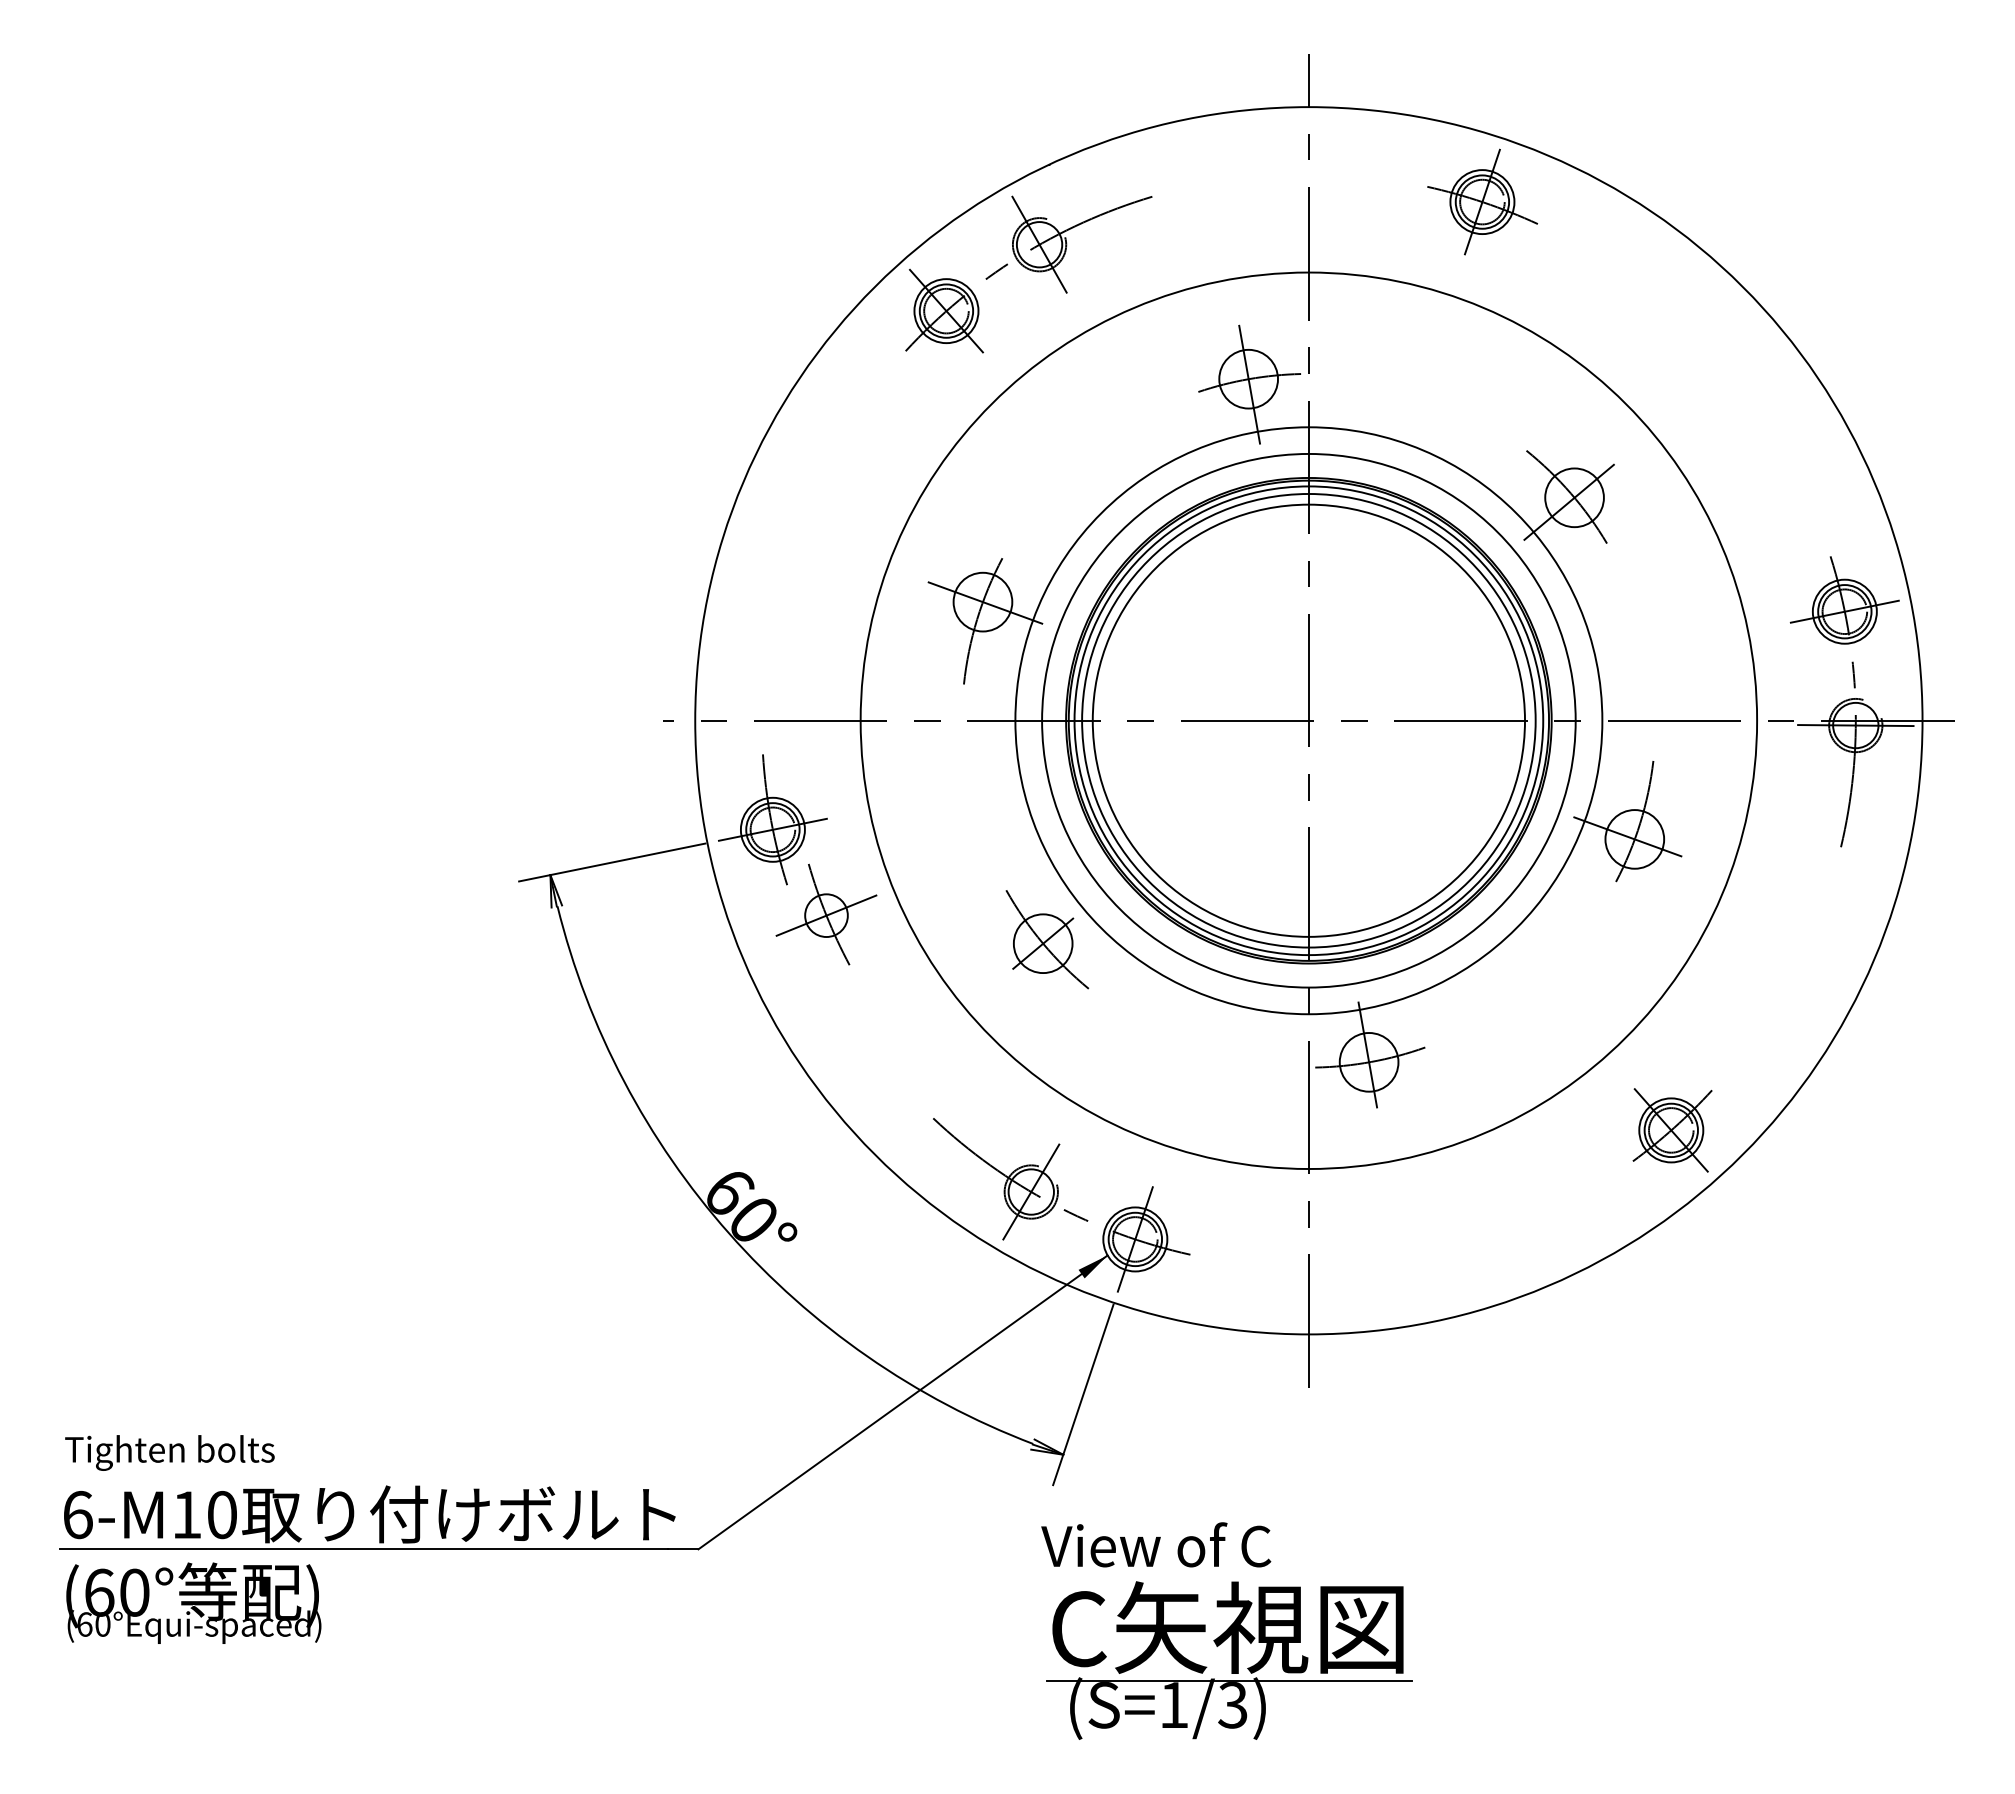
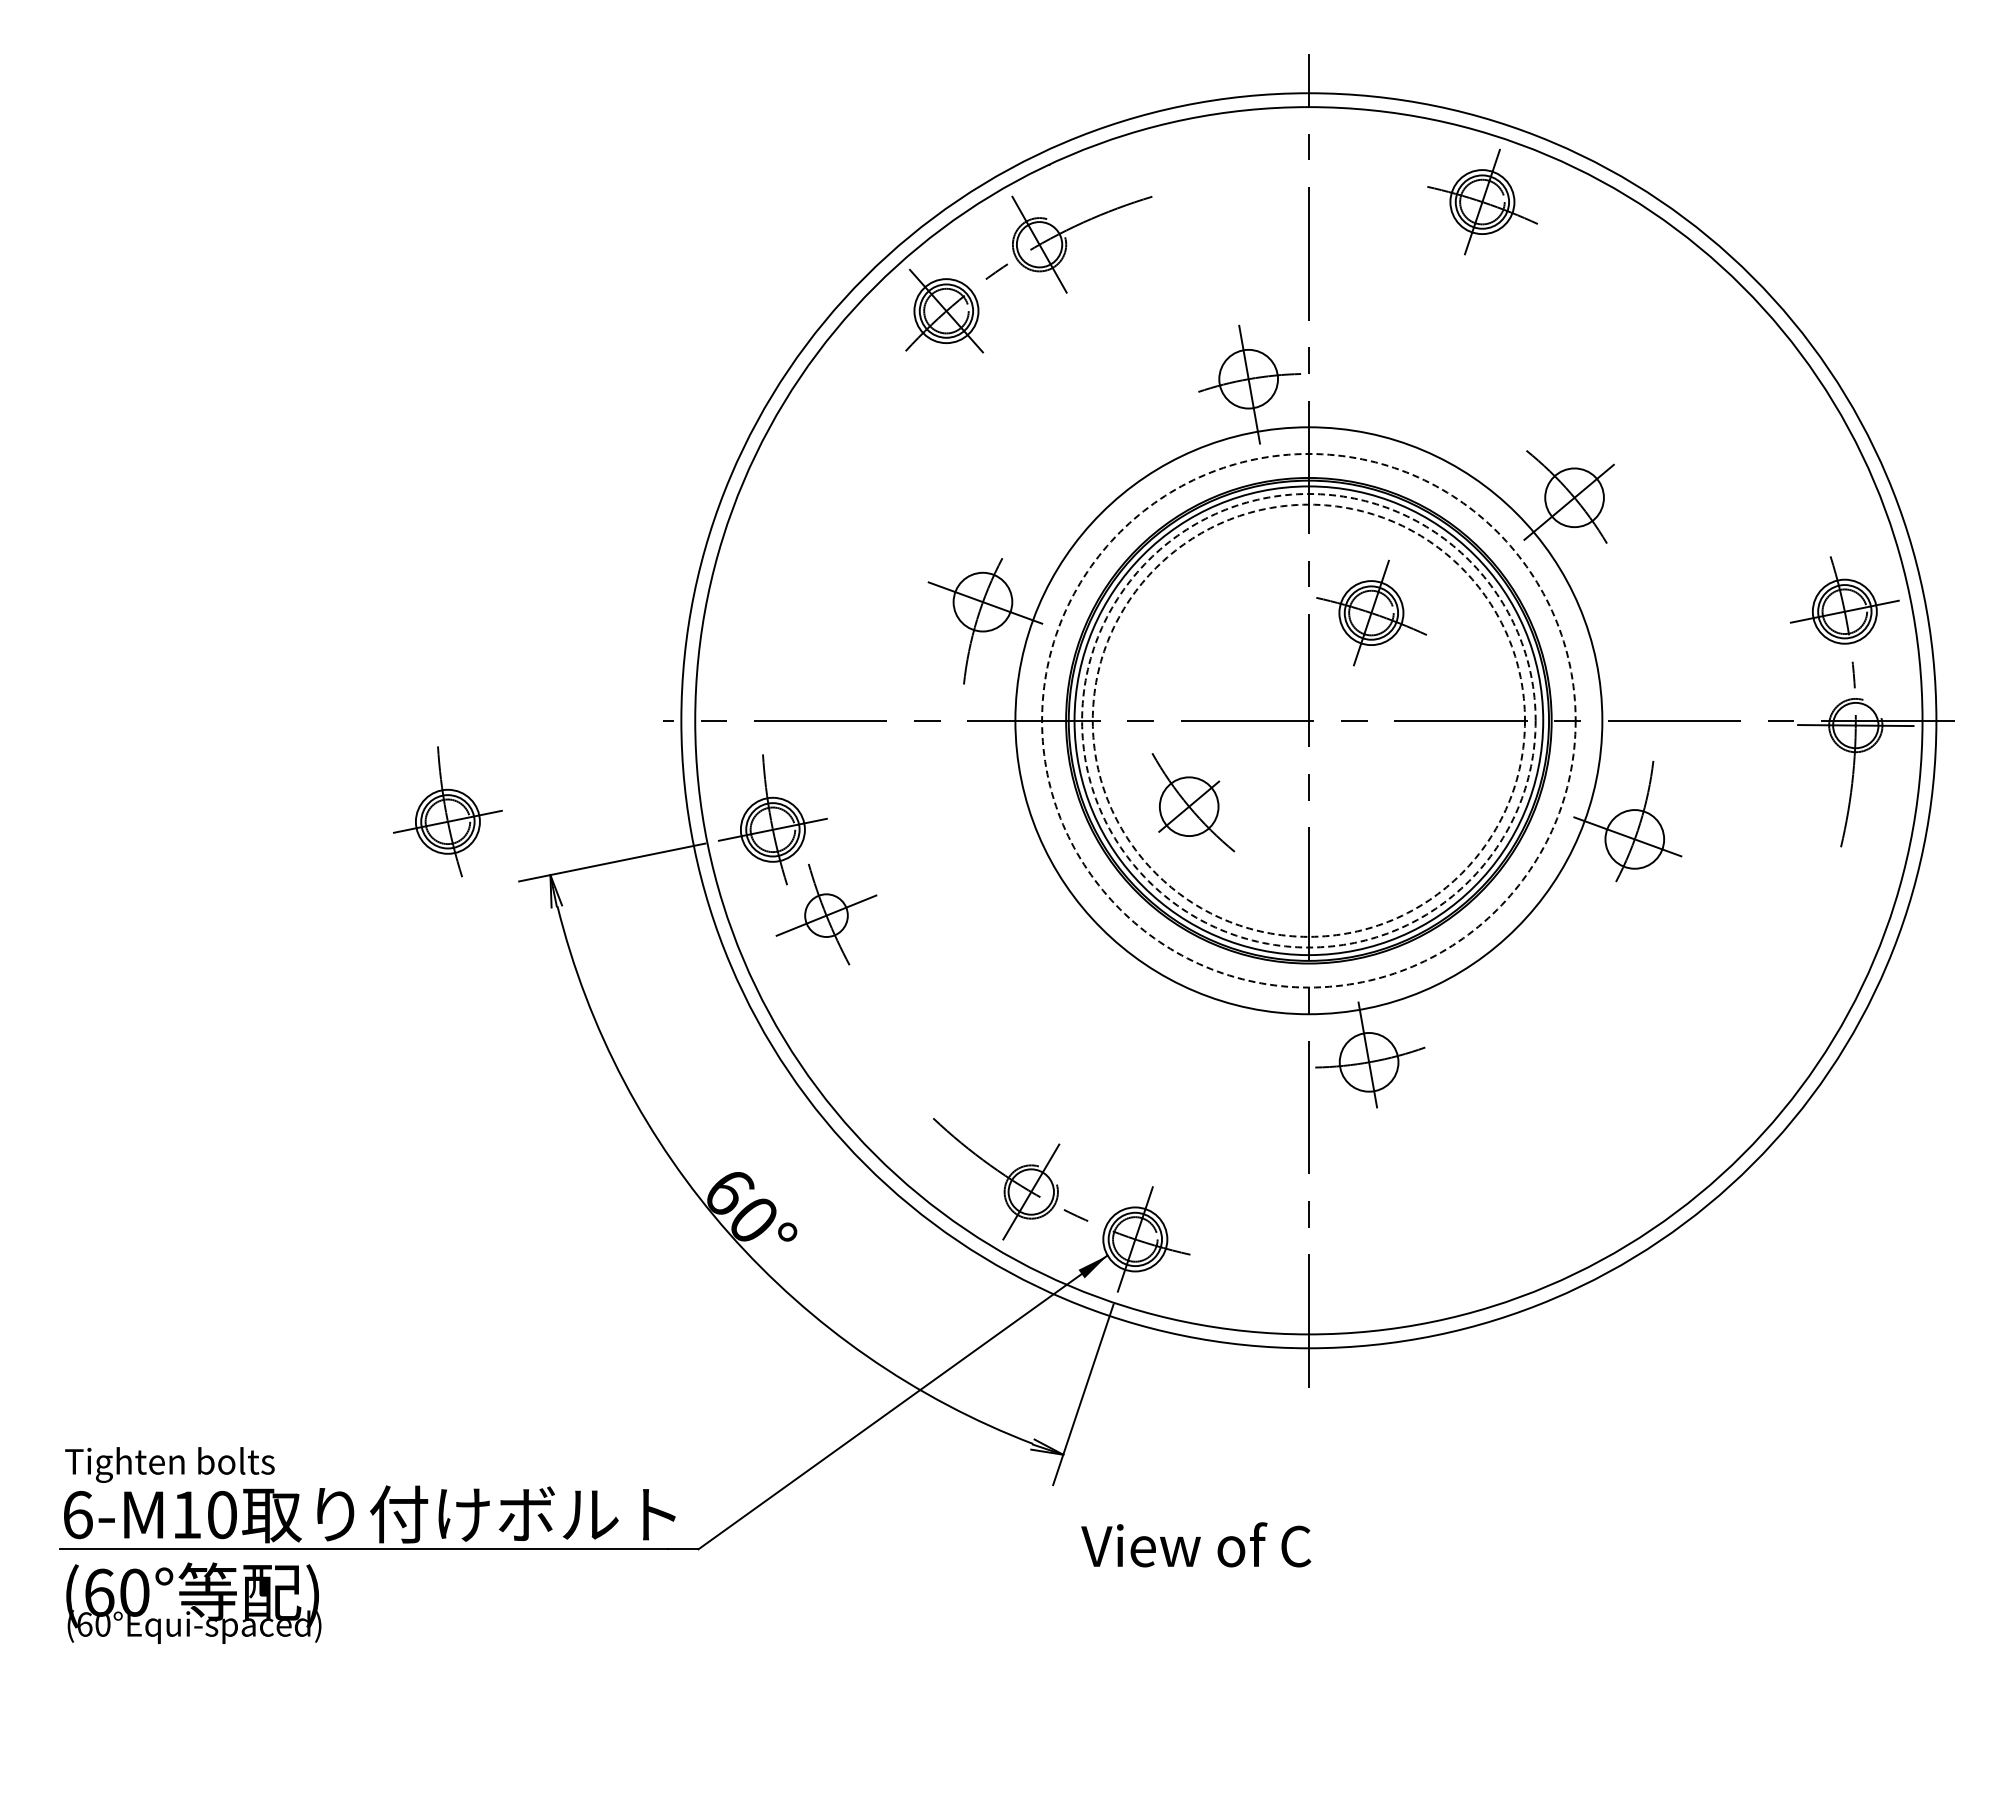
part at (1371, 612): none -> present
circle at (1308, 720) diameter: 896 px -> 1255 px
circle at (1308, 720): solid -> dashed
circle at (1308, 720): solid -> dashed
circle at (1308, 720): solid -> dashed
part at (447, 811): none -> present
part at (1047, 939) position: (1047, 939) -> (1193, 802)
part at (1672, 1130): present -> none
text at (169, 1452) position: (169, 1452) -> (169, 1464)
text at (1156, 1544) position: (1156, 1544) -> (1196, 1544)
part at (1229, 1660): present -> none
